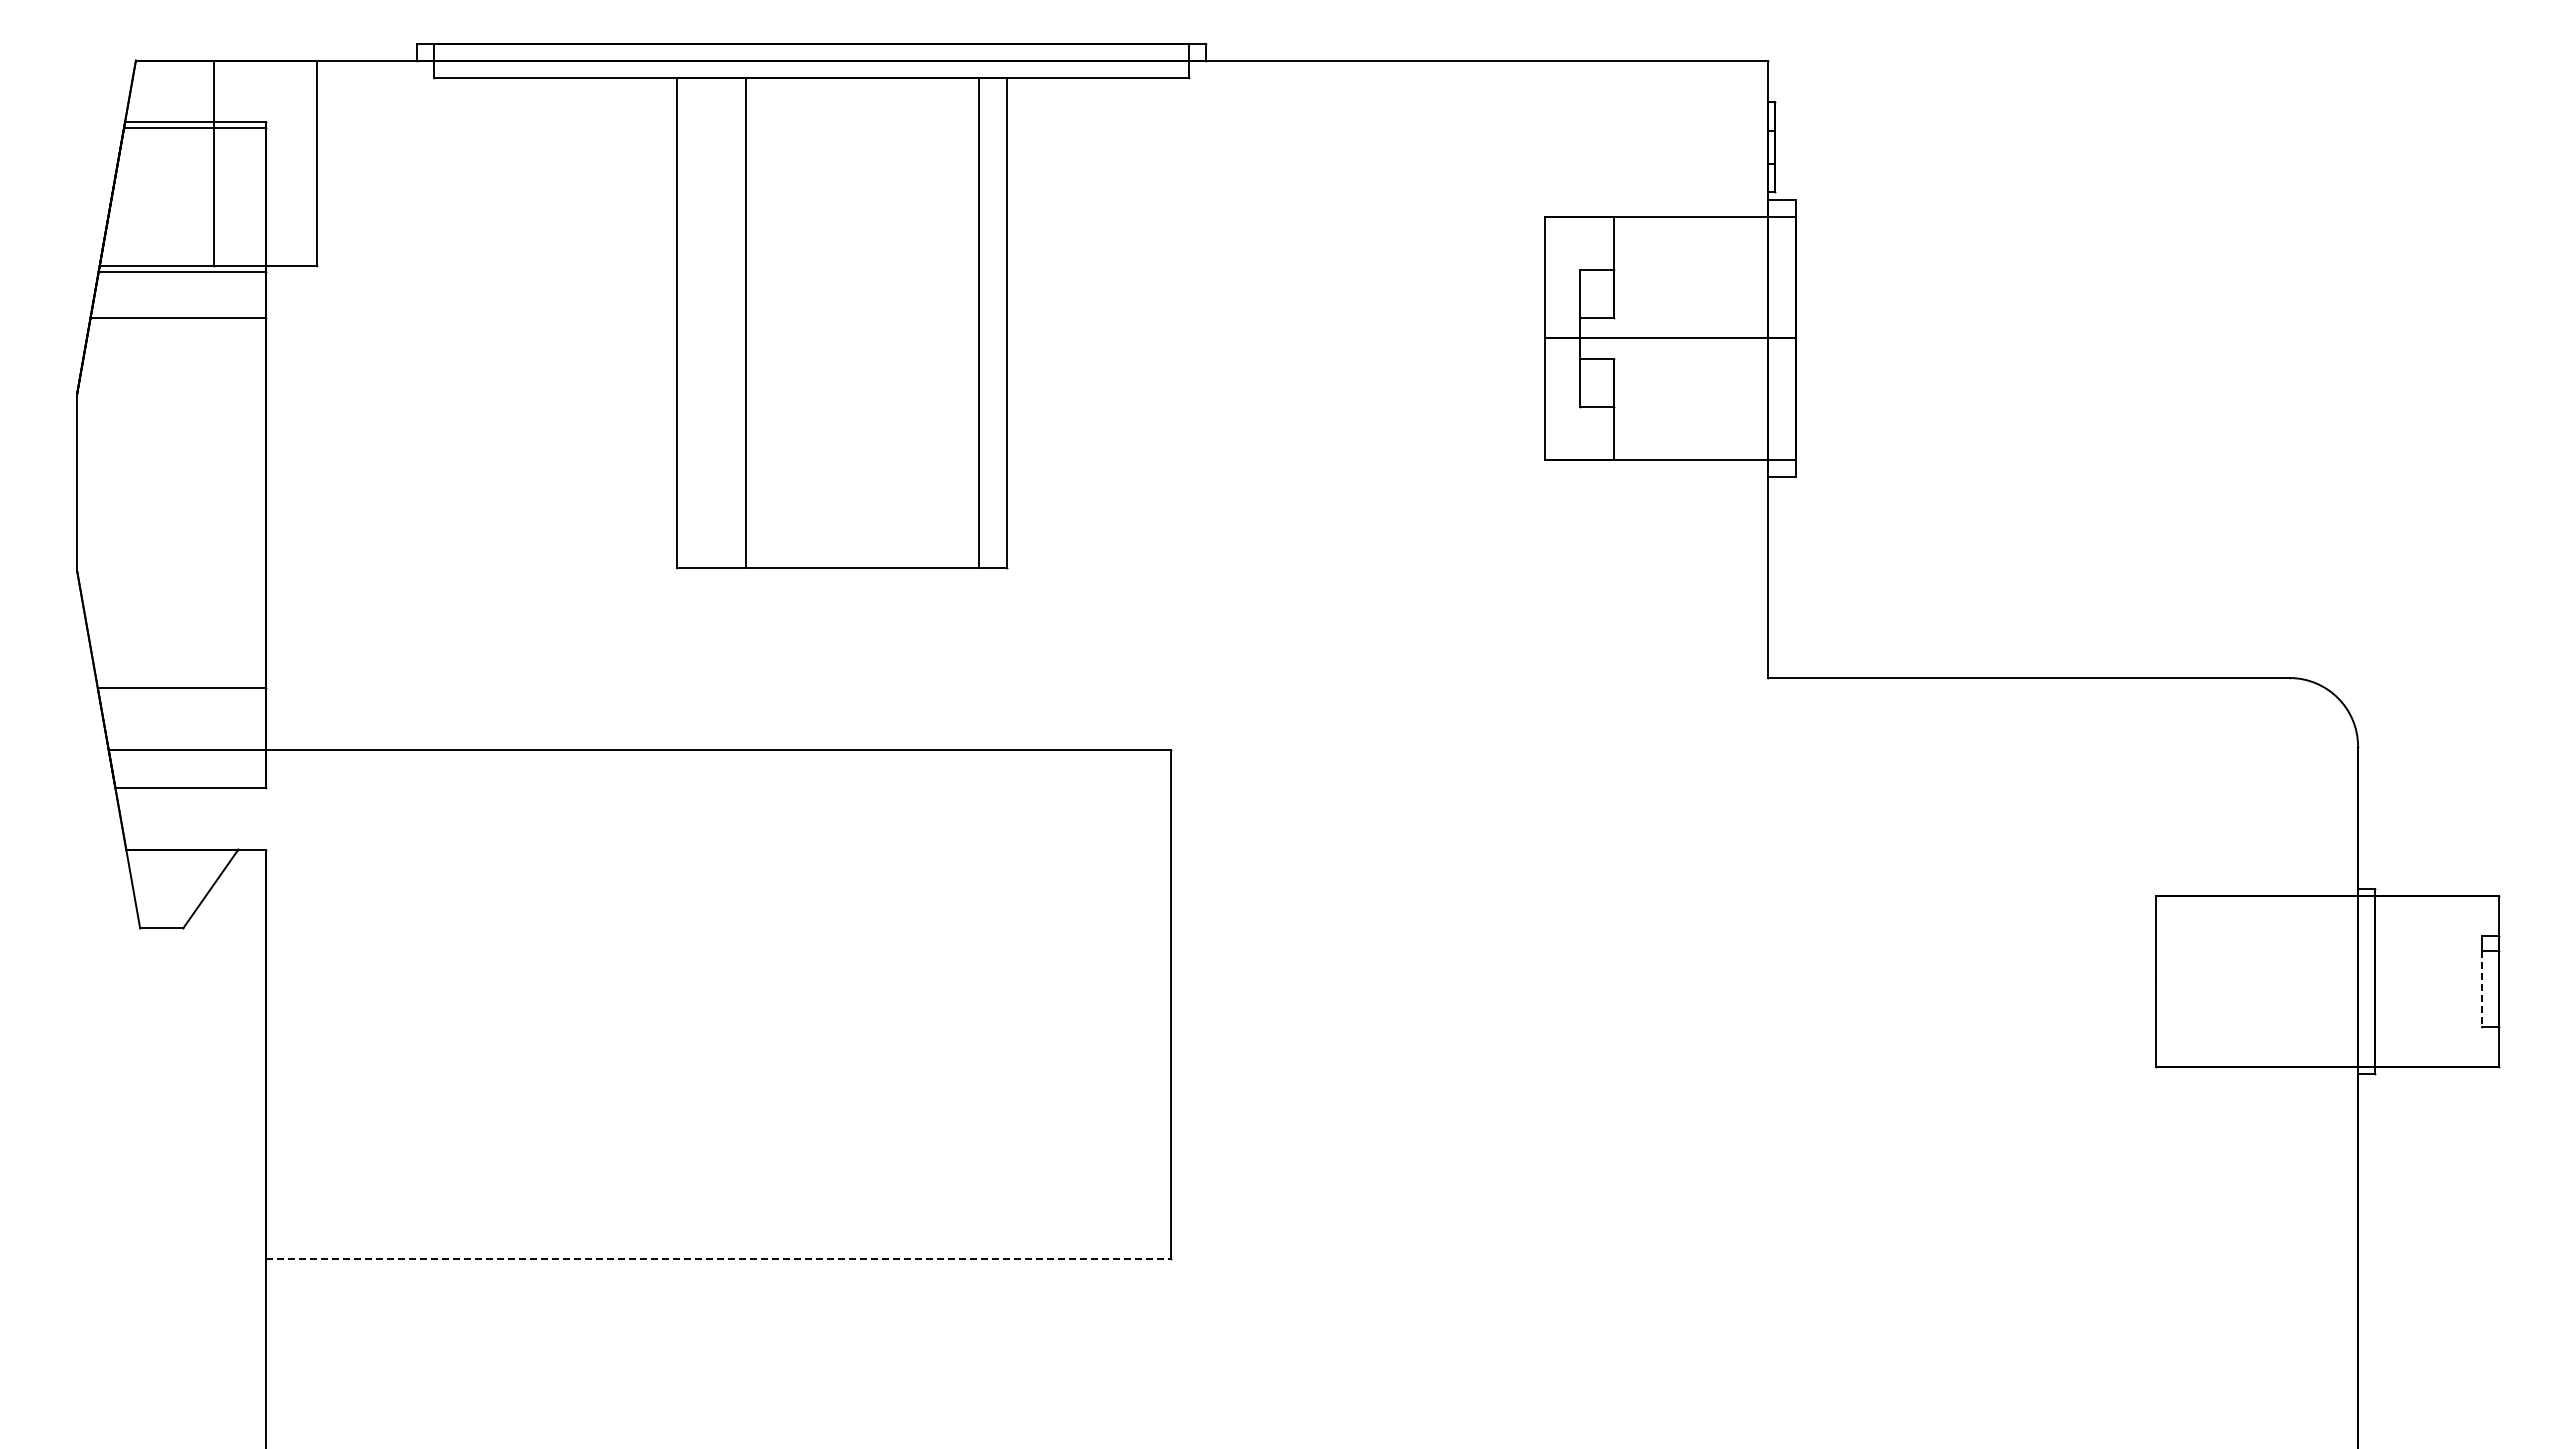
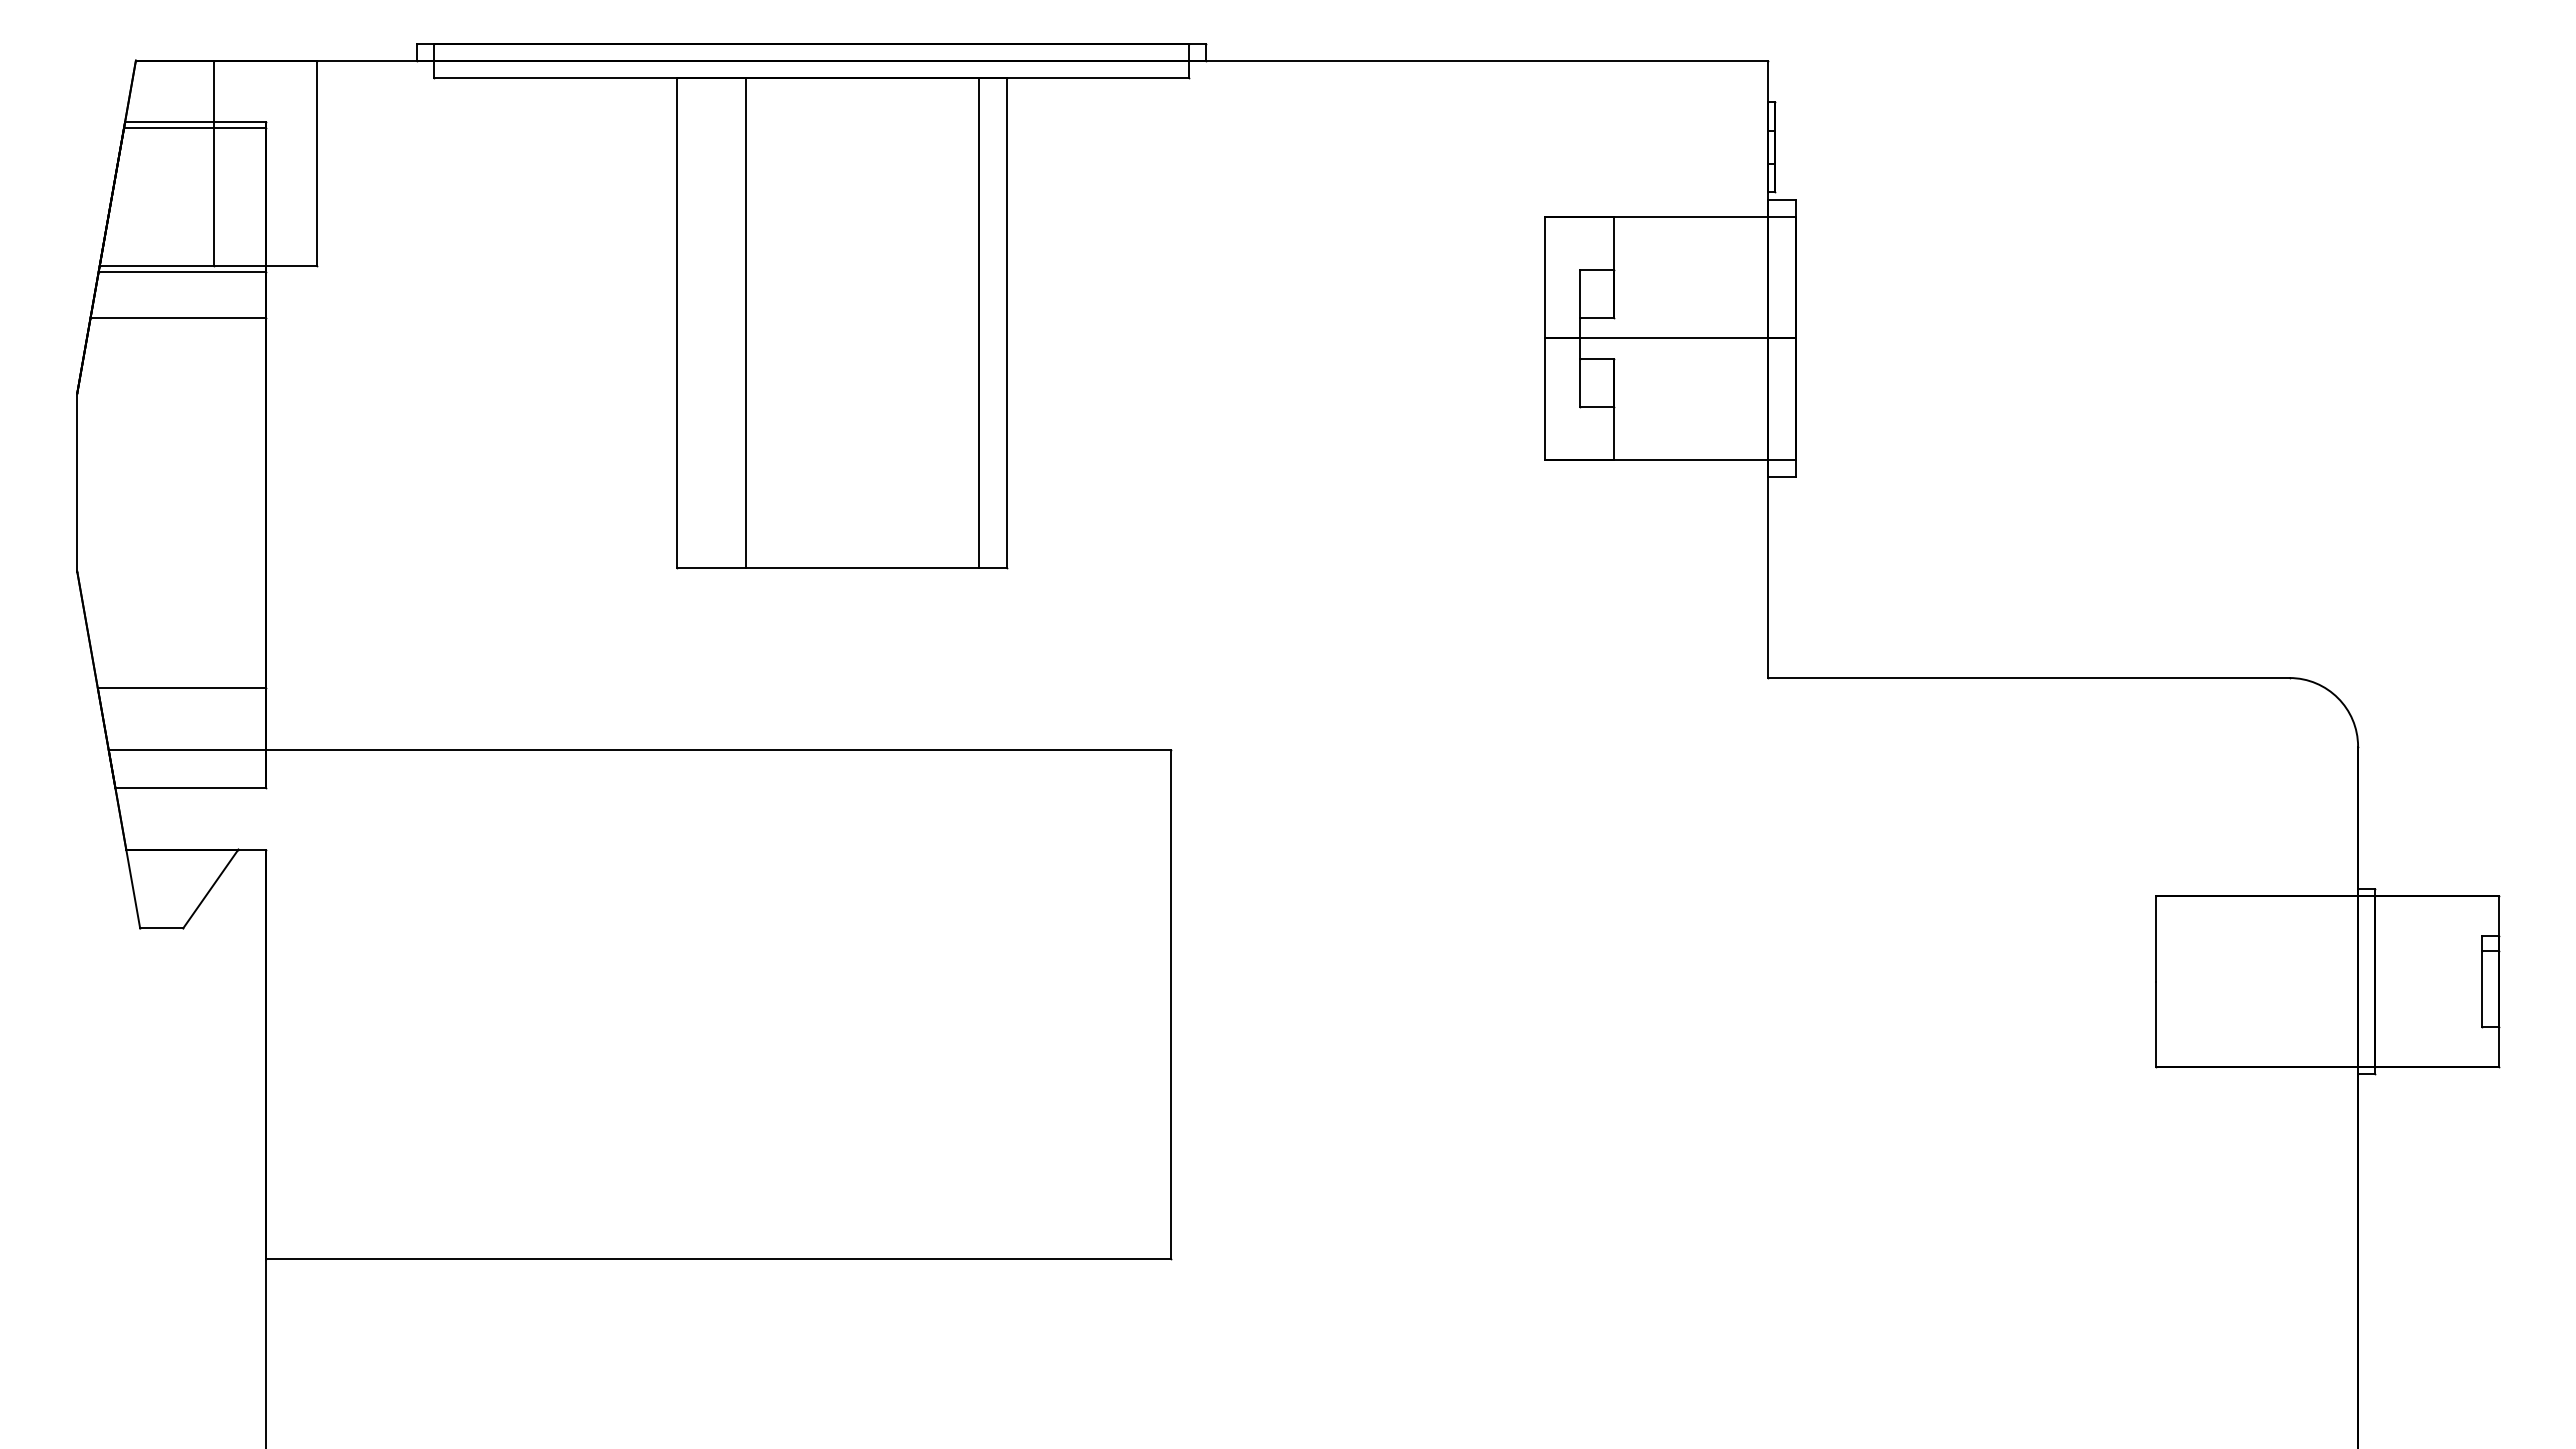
line at (2481, 989): dashed -> solid
line at (718, 1259): dashed -> solid
